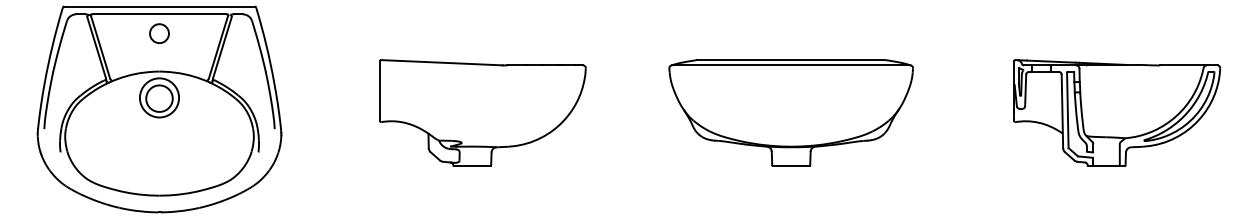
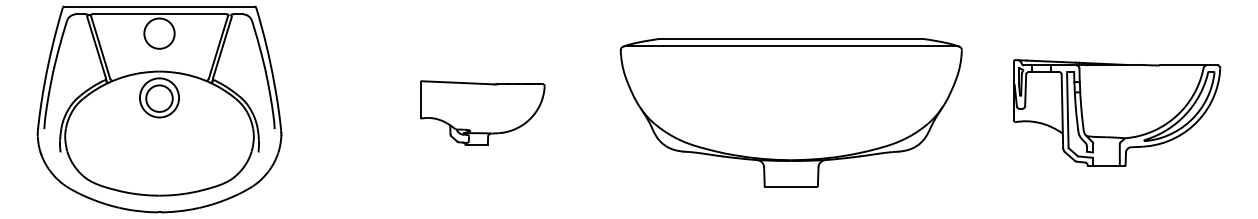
circle at (159, 33) diameter: 19 px -> 30 px
part at (482, 112) size: 208x108 px -> 126x66 px
part at (790, 112) size: 246x108 px -> 344x150 px
